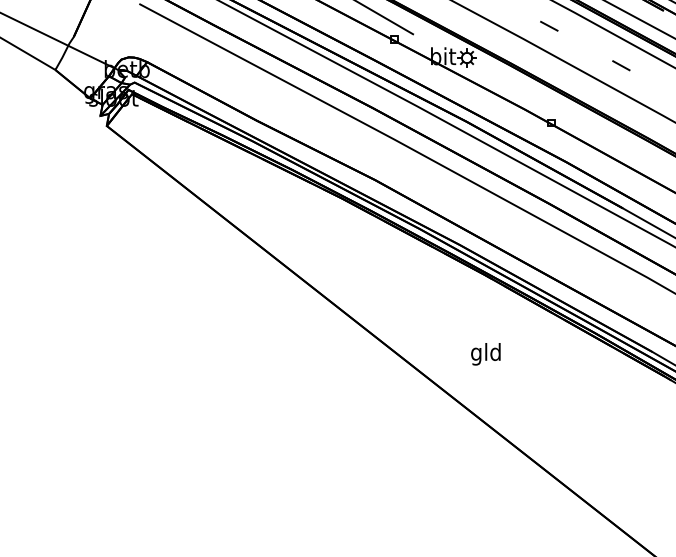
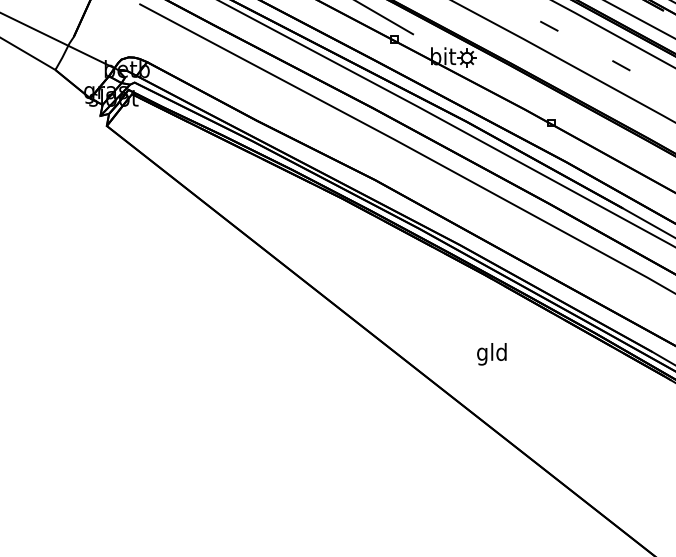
text at (485, 354) position: (485, 354) -> (491, 354)
